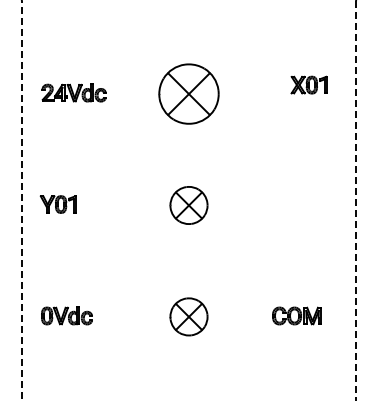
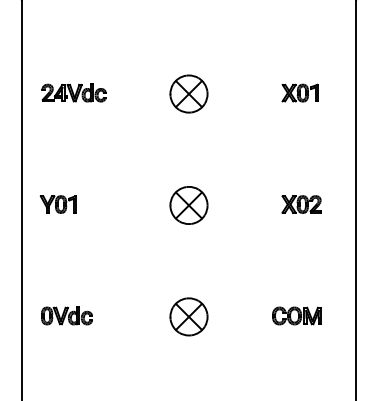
part at (308, 84) position: (308, 84) -> (299, 92)
part at (188, 93) size: 62x62 px -> 40x40 px
line at (21, 201): dashed -> solid
line at (356, 201): dashed -> solid
part at (301, 204): none -> present
